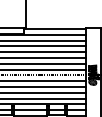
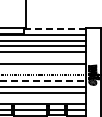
line at (55, 29): solid -> dashed
line at (44, 58): present -> none
line at (44, 69): present -> none
line at (43, 81): solid -> dashed
line at (44, 98): present -> none
